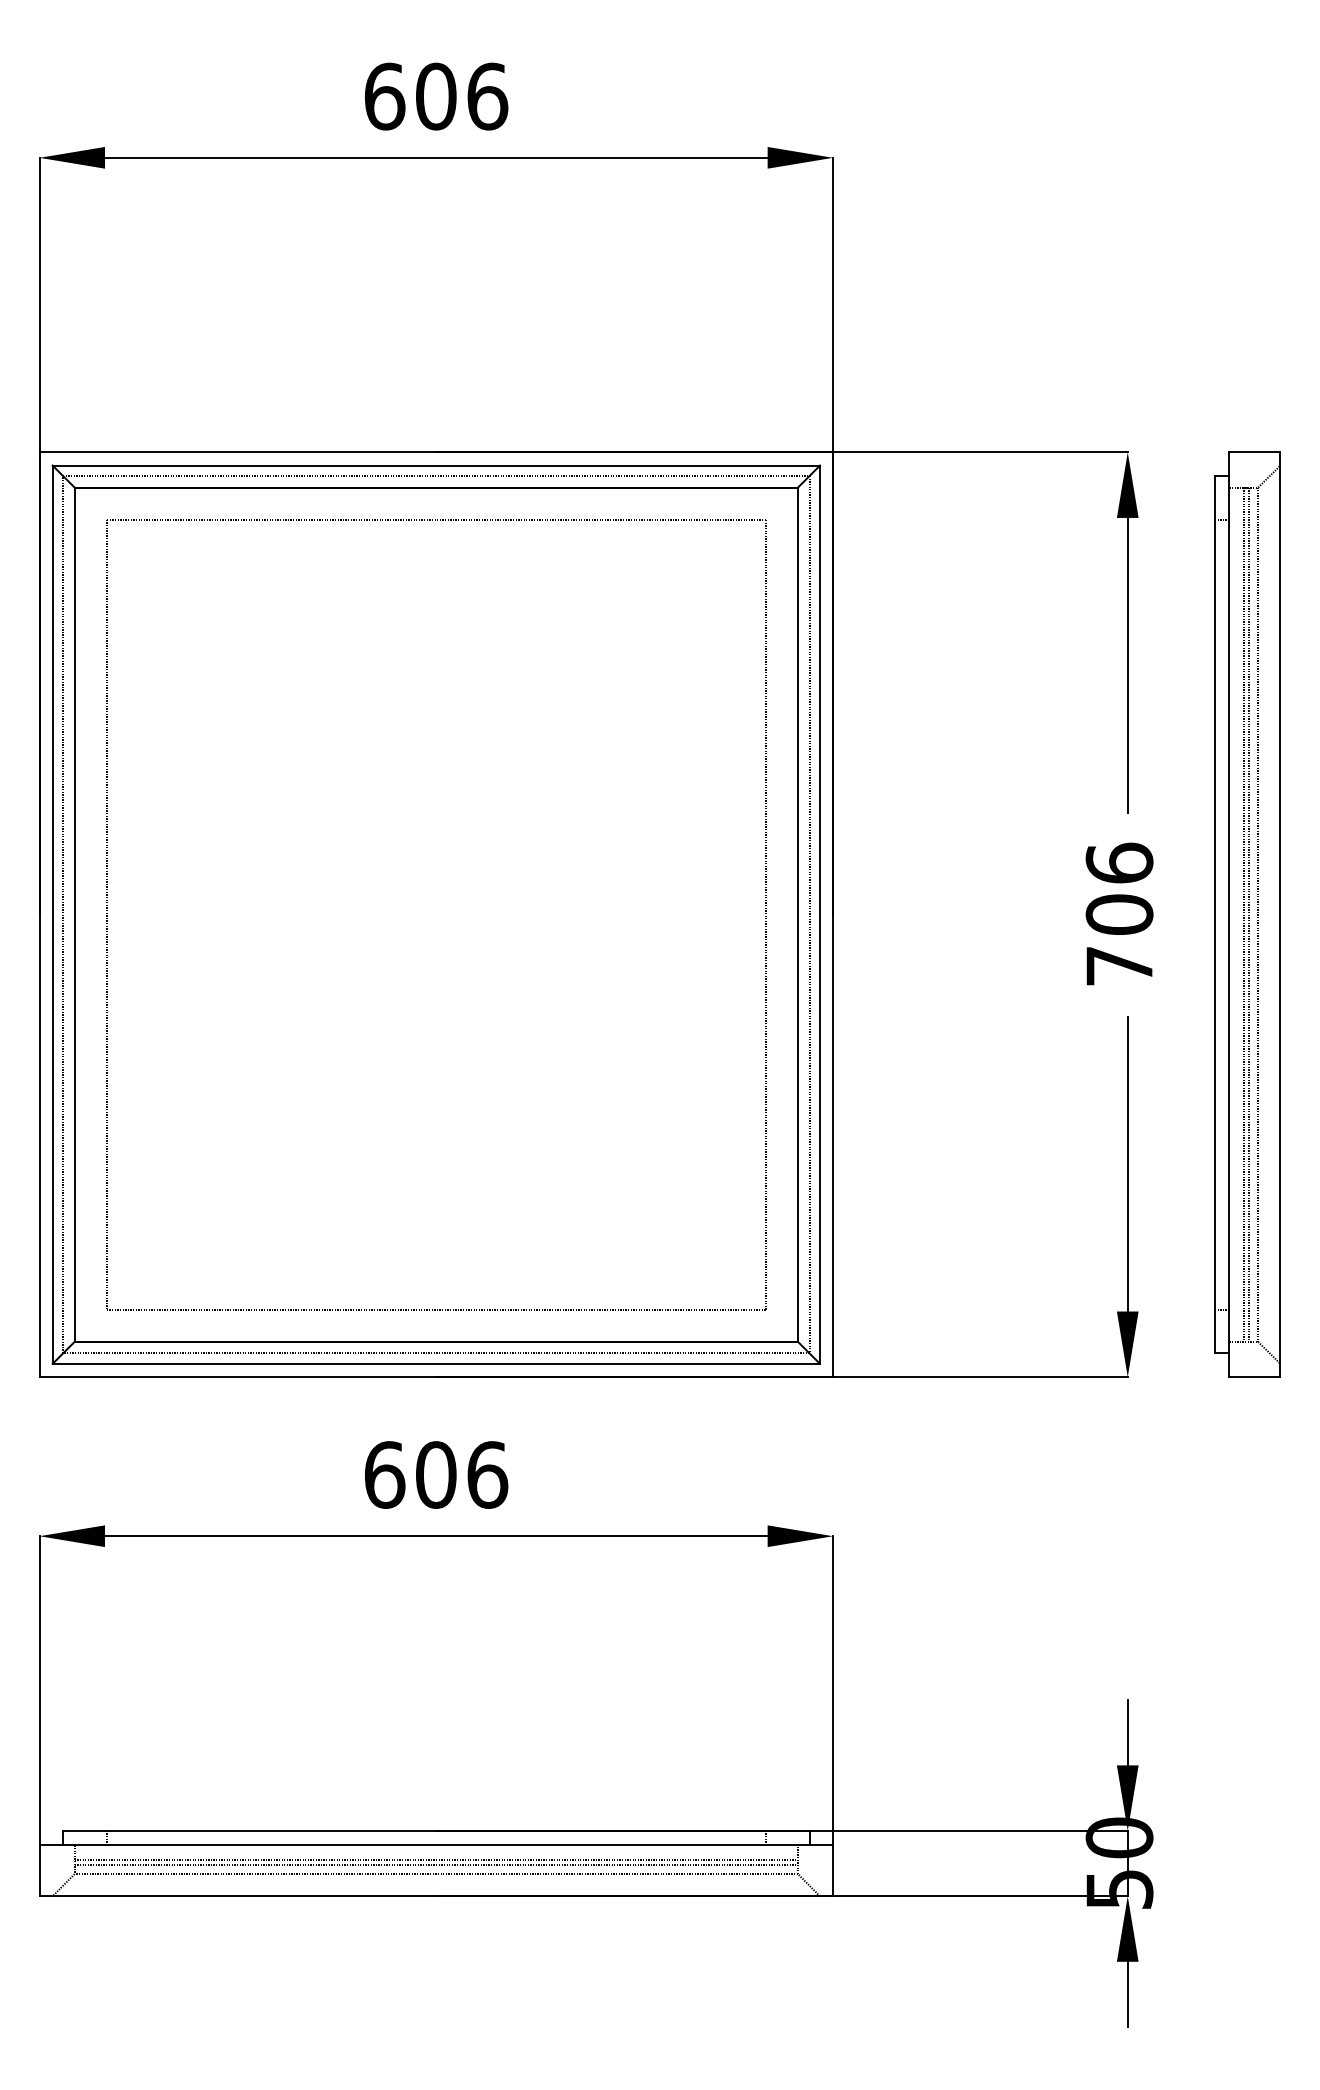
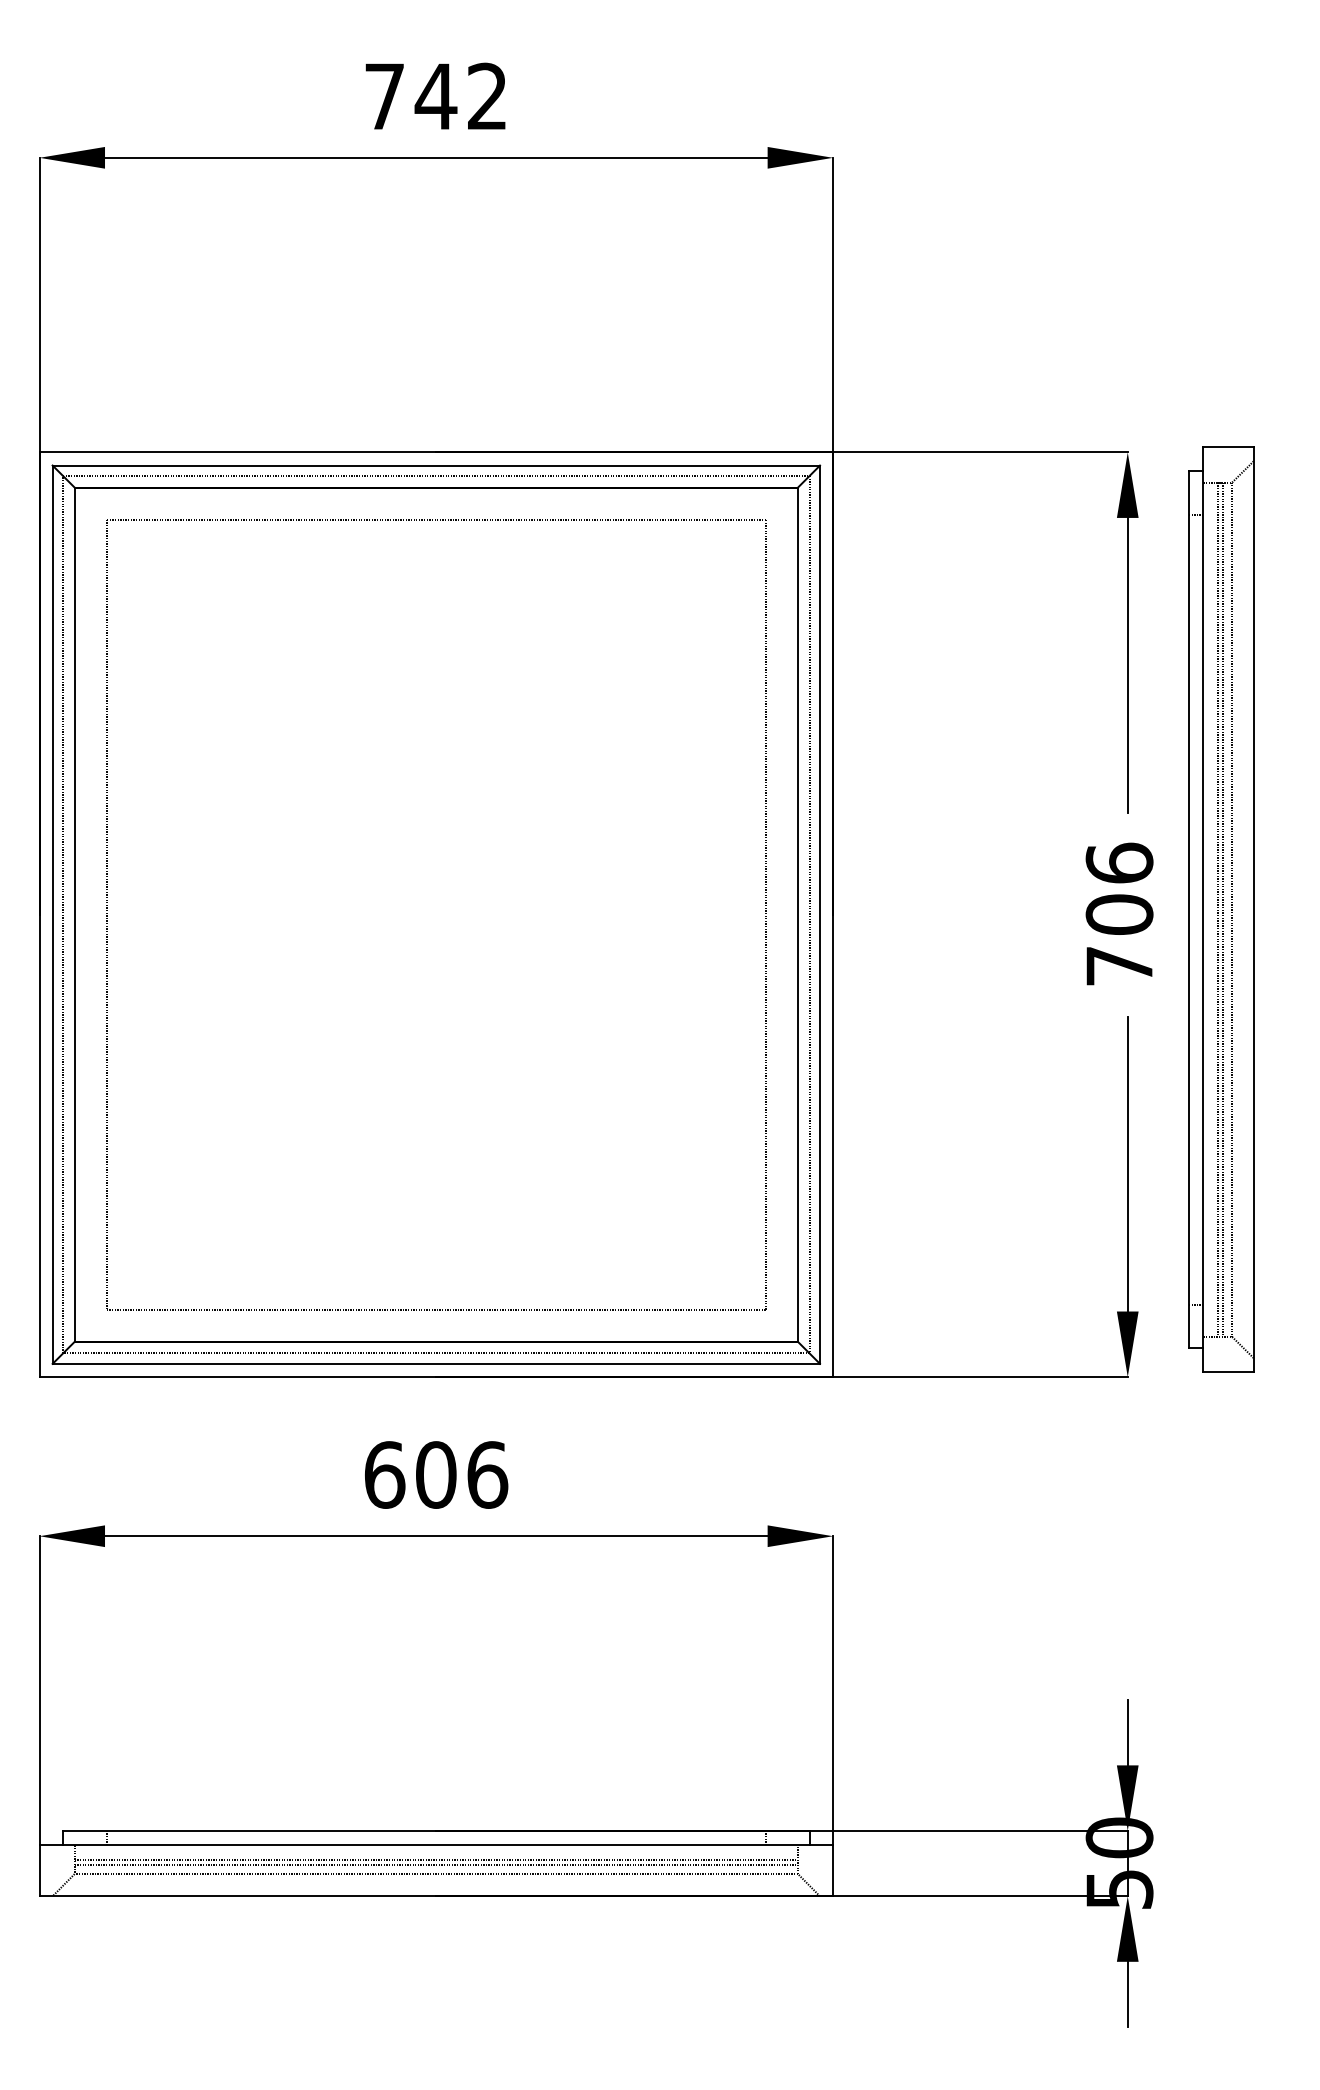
text at (436, 96): 606 -> 742
part at (1247, 914) position: (1247, 914) -> (1221, 909)
